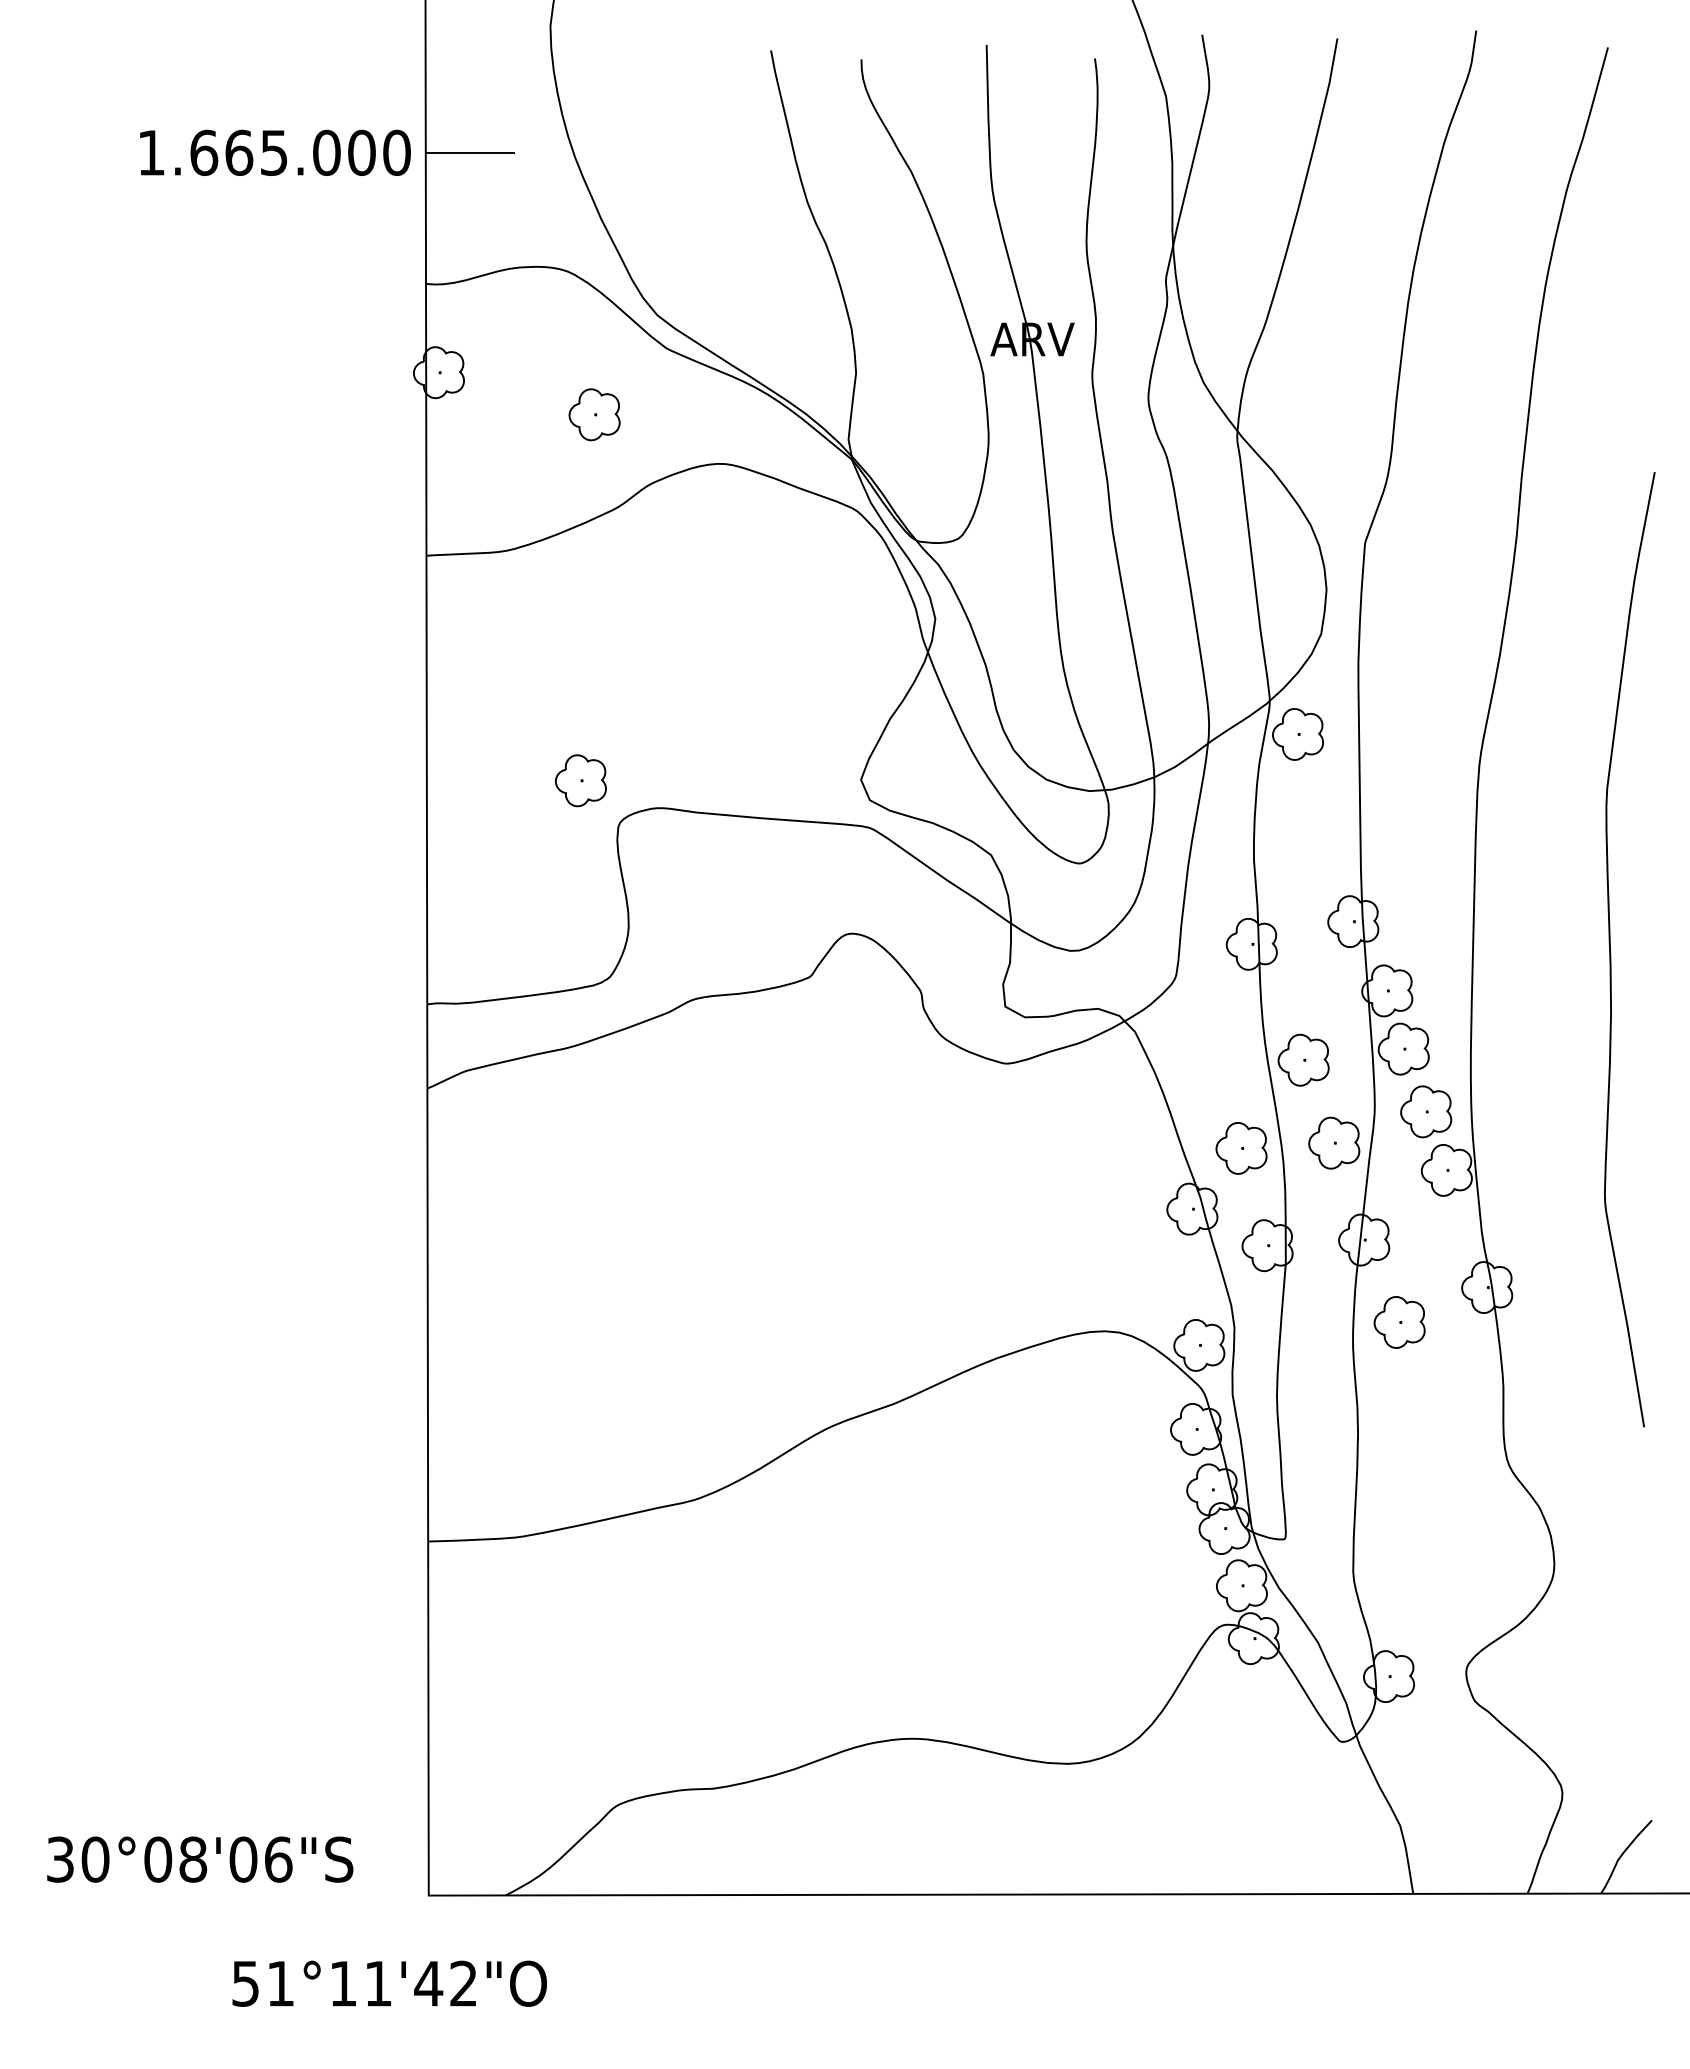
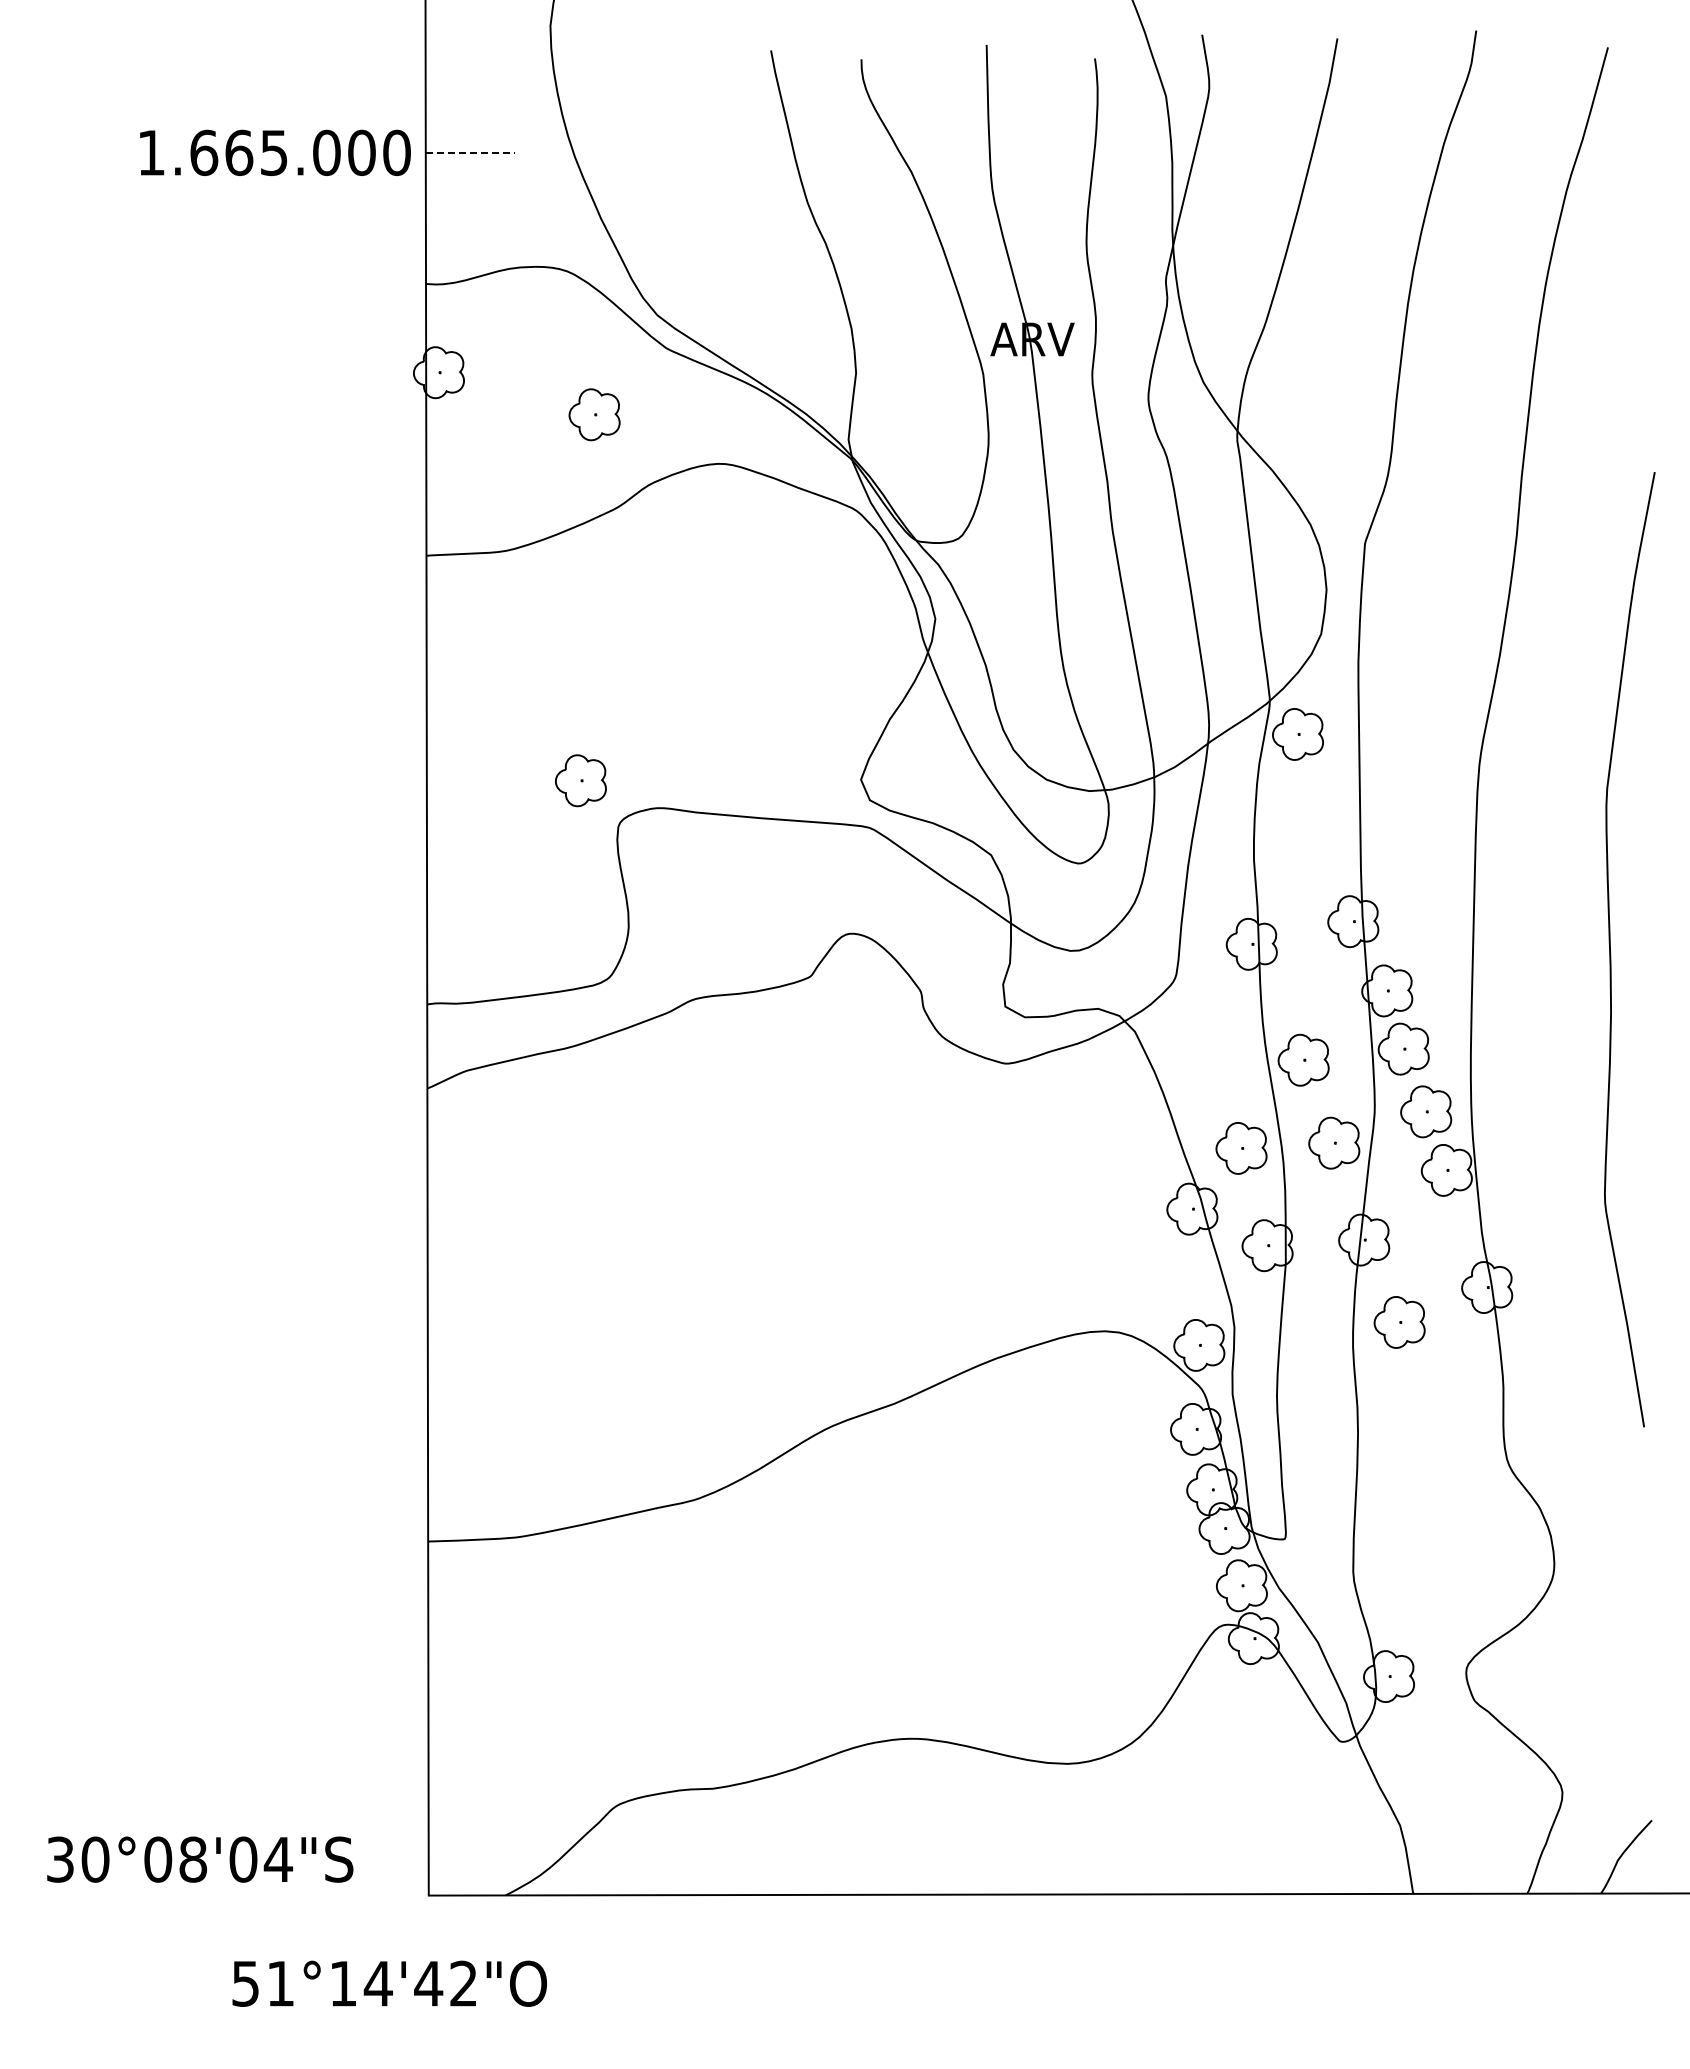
line at (470, 152): solid -> dashed
text at (278, 1859): 30°08'06"S -> 30°08'04"S
text at (377, 1983): 51°11'42"O -> 51°14'42"O
